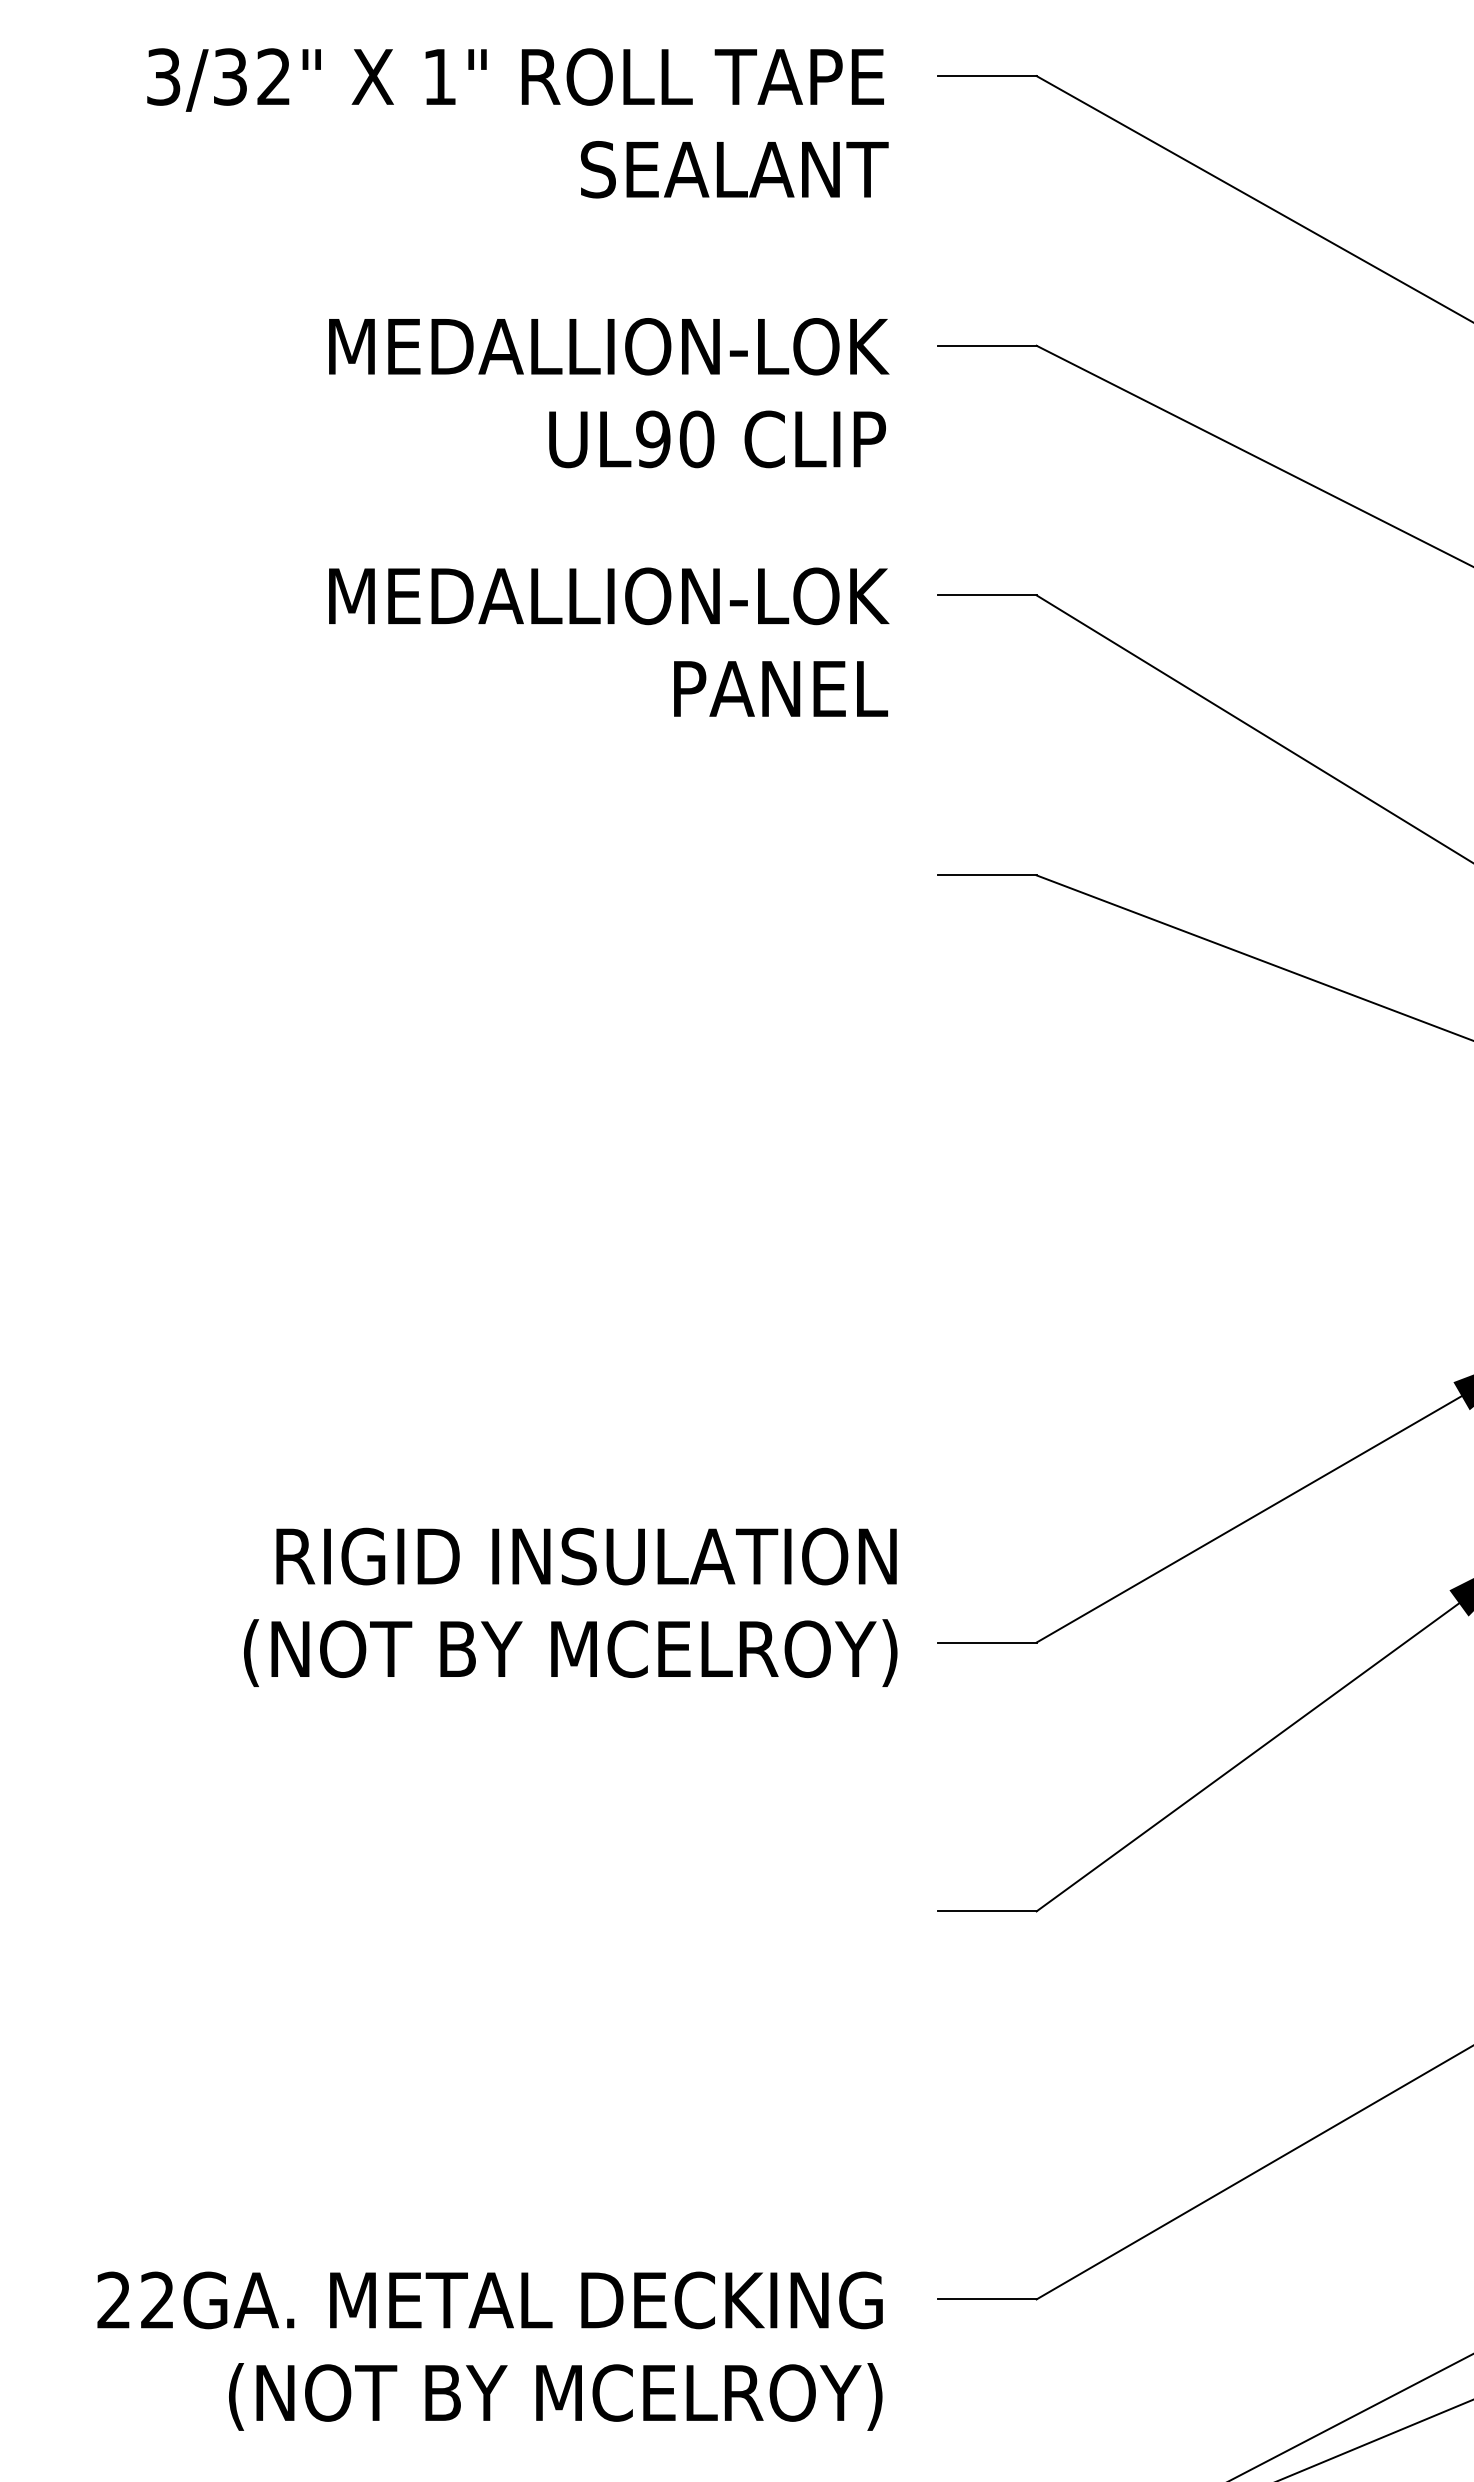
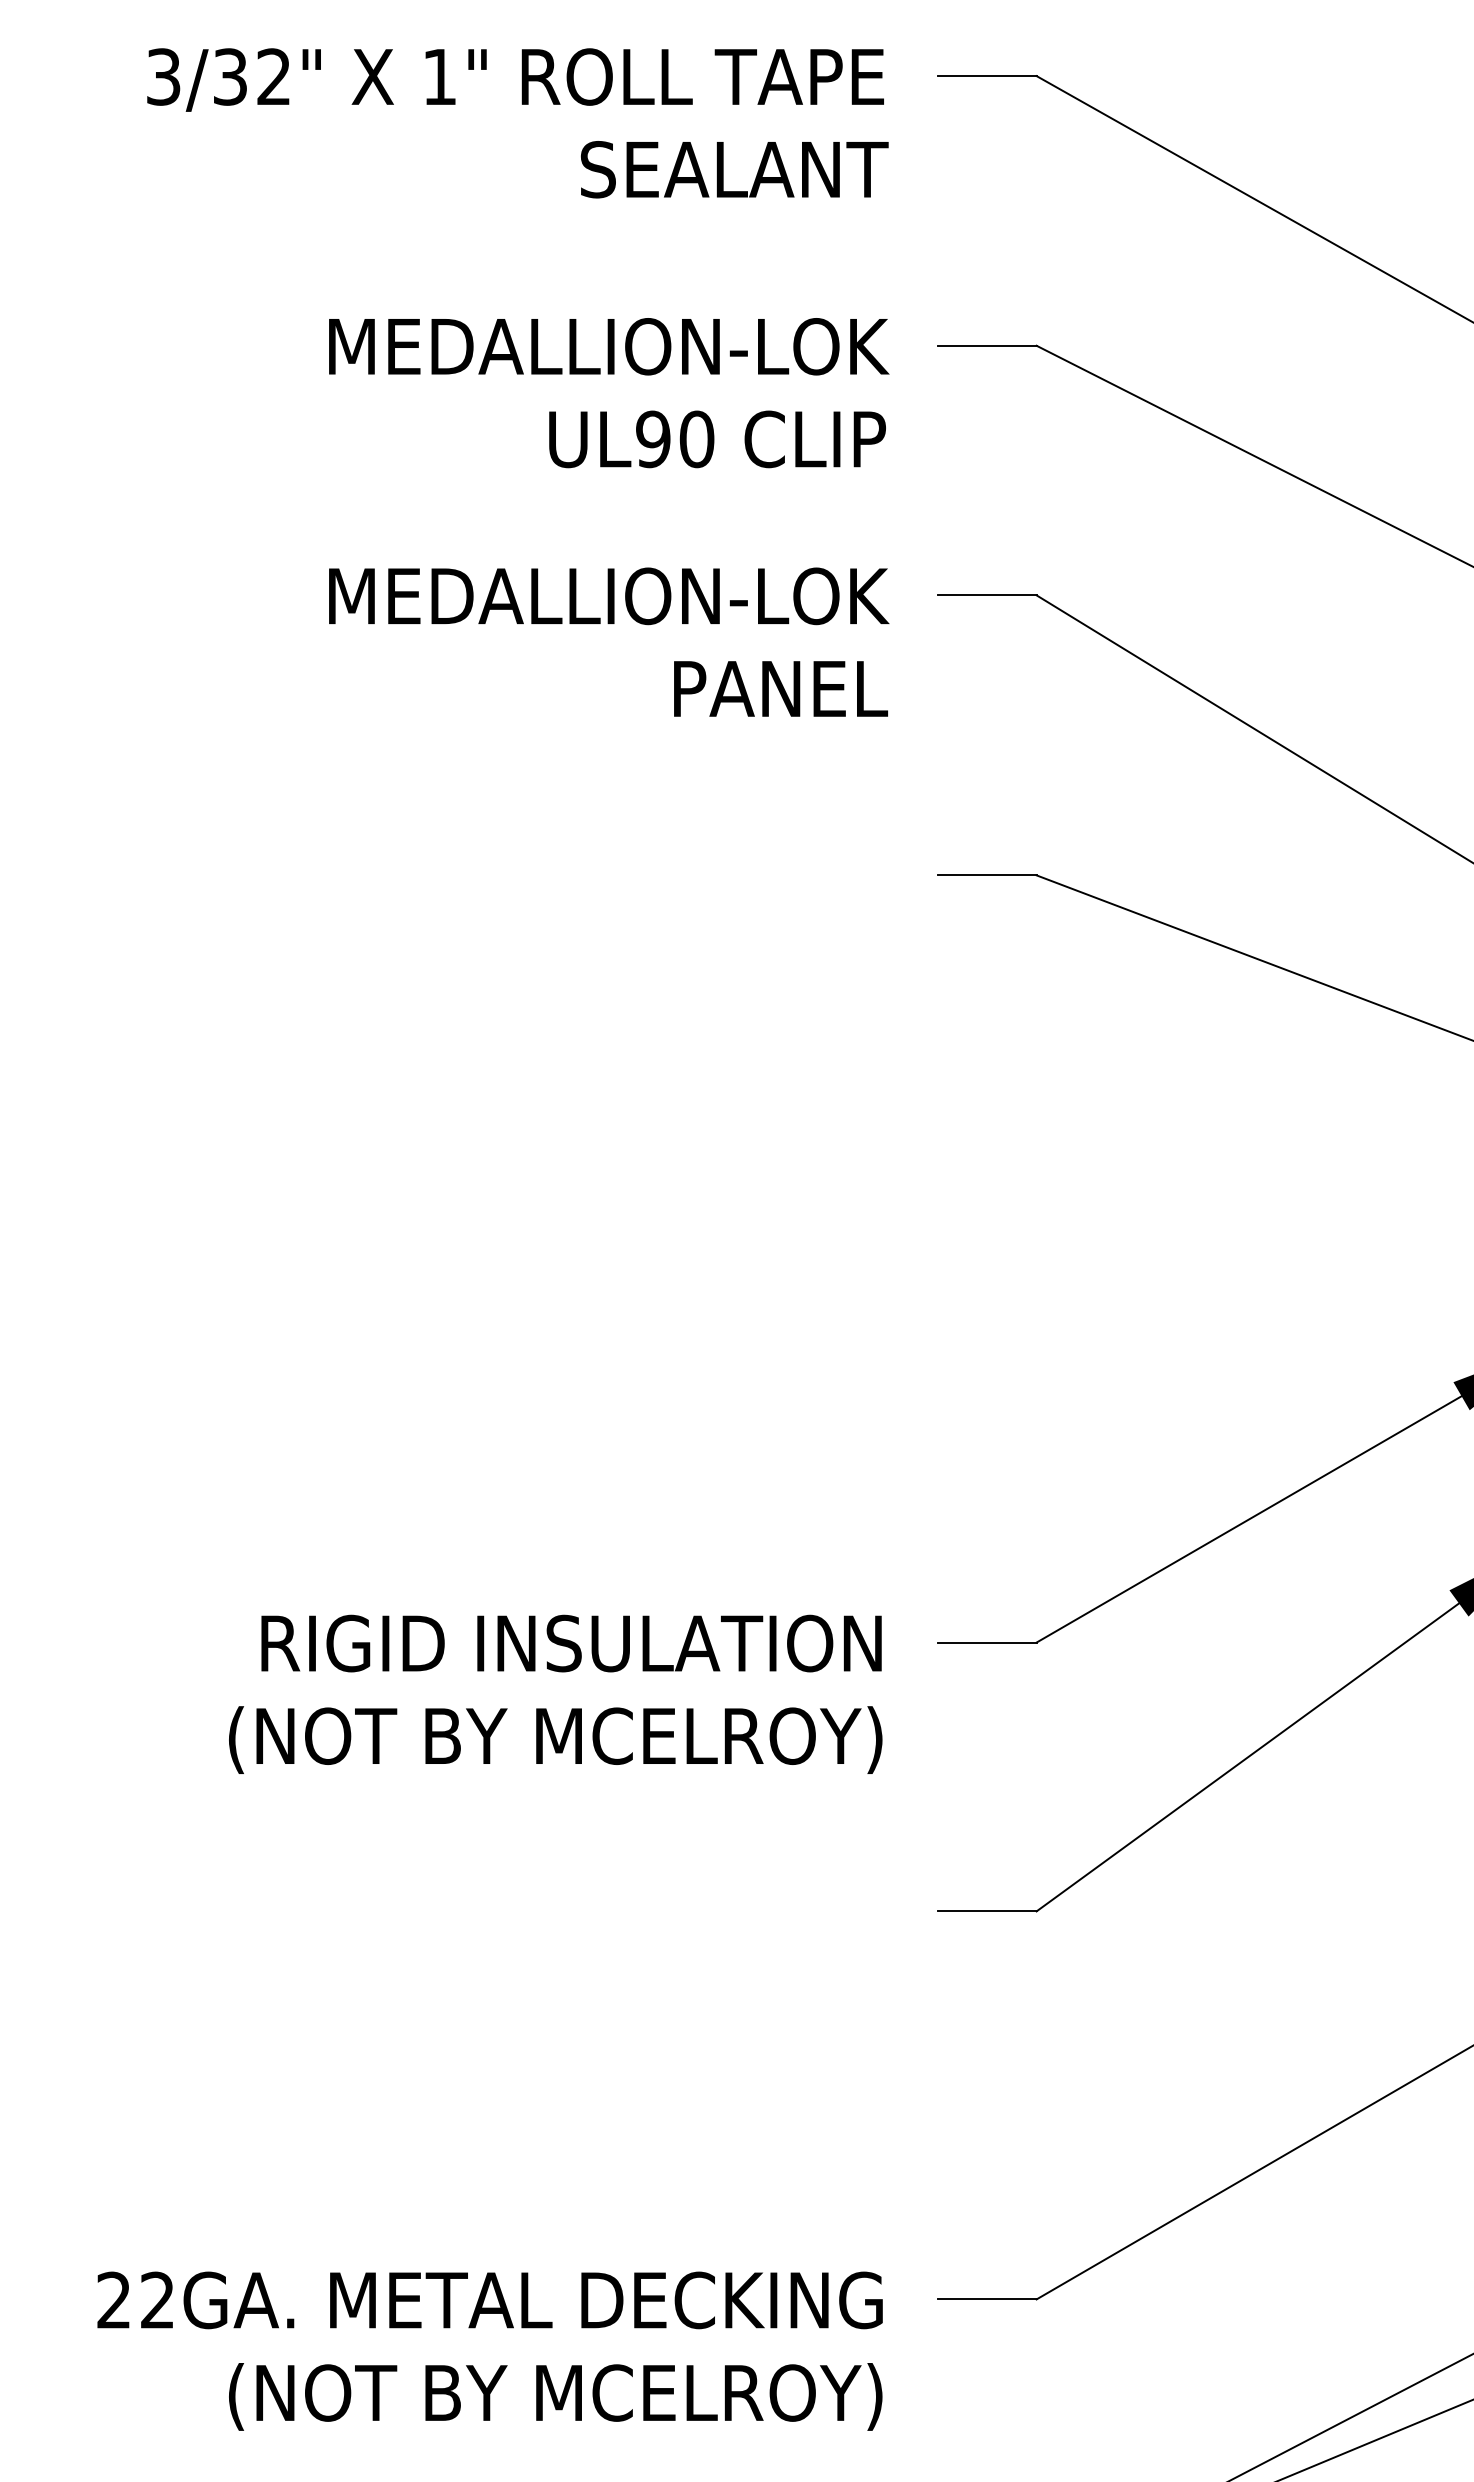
text at (570, 1606) position: (570, 1606) -> (555, 1693)
